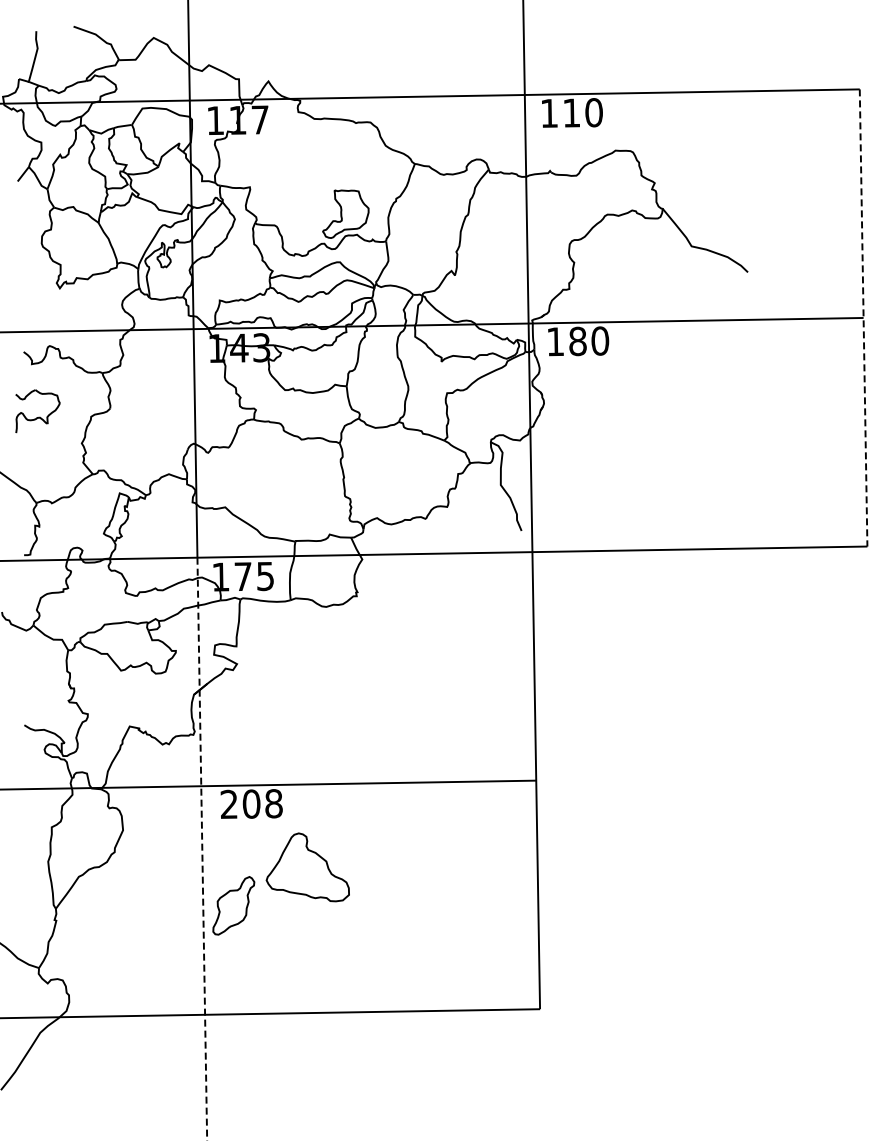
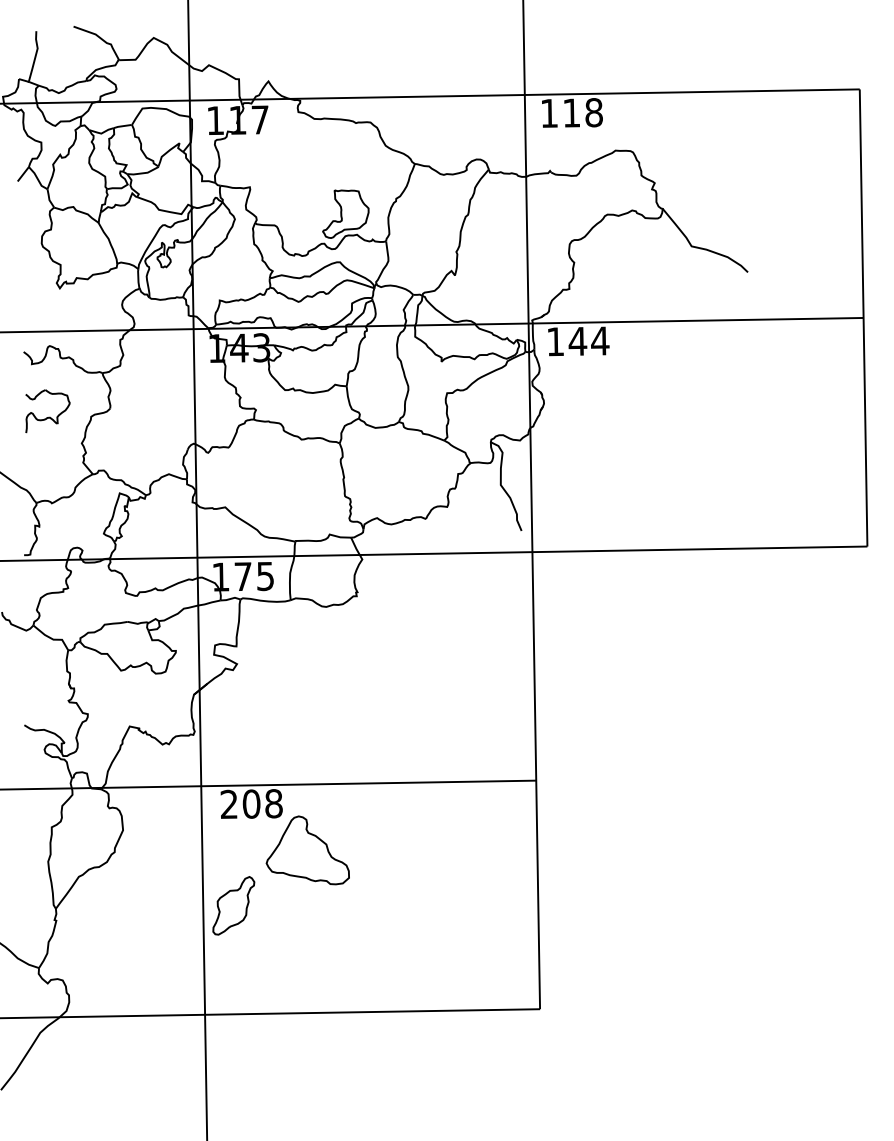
text at (593, 112): 110 -> 118
line at (863, 317): dashed -> solid
text at (588, 341): 180 -> 144
part at (37, 411) position: (37, 411) -> (47, 411)
line at (202, 849): dashed -> solid
part at (307, 867) position: (307, 867) -> (307, 850)
